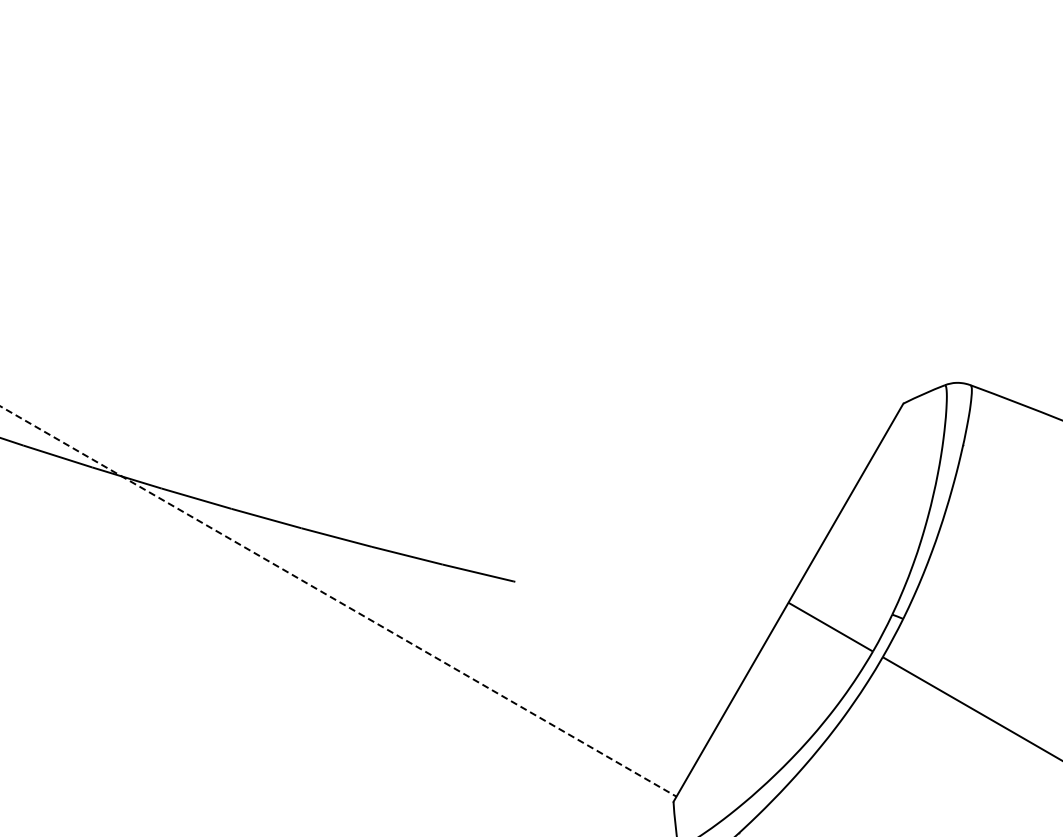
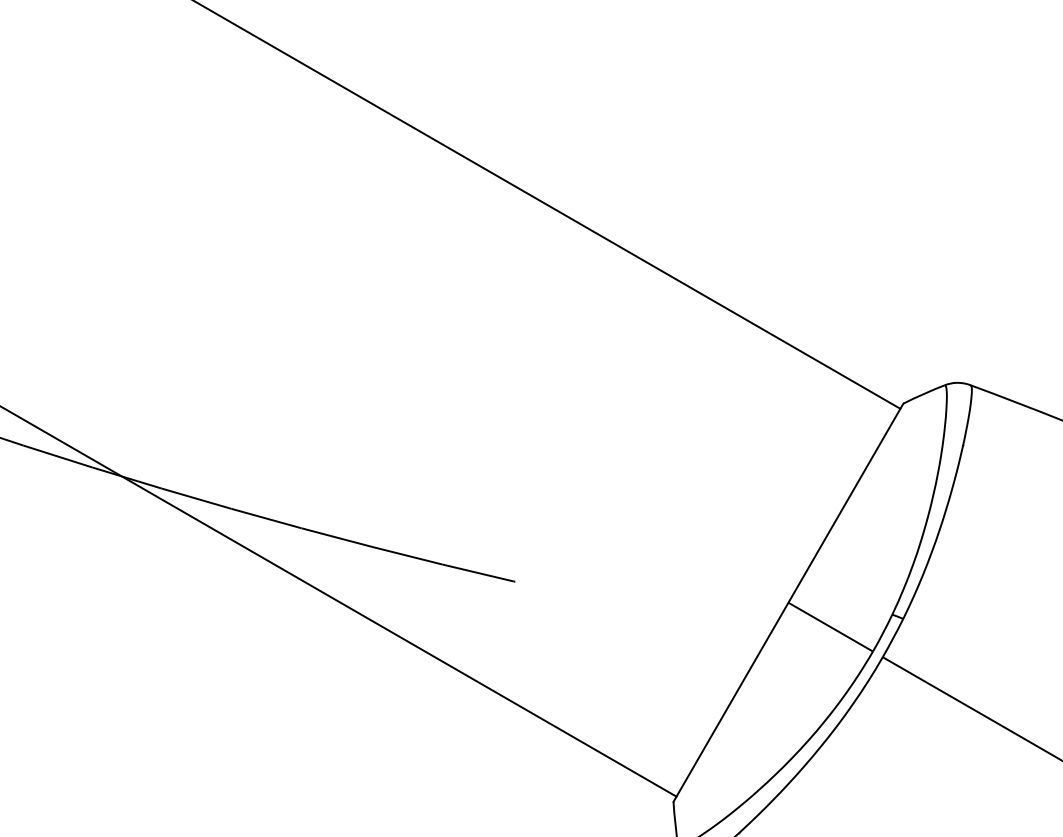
line at (548, 205): none -> present
line at (338, 601): dashed -> solid
